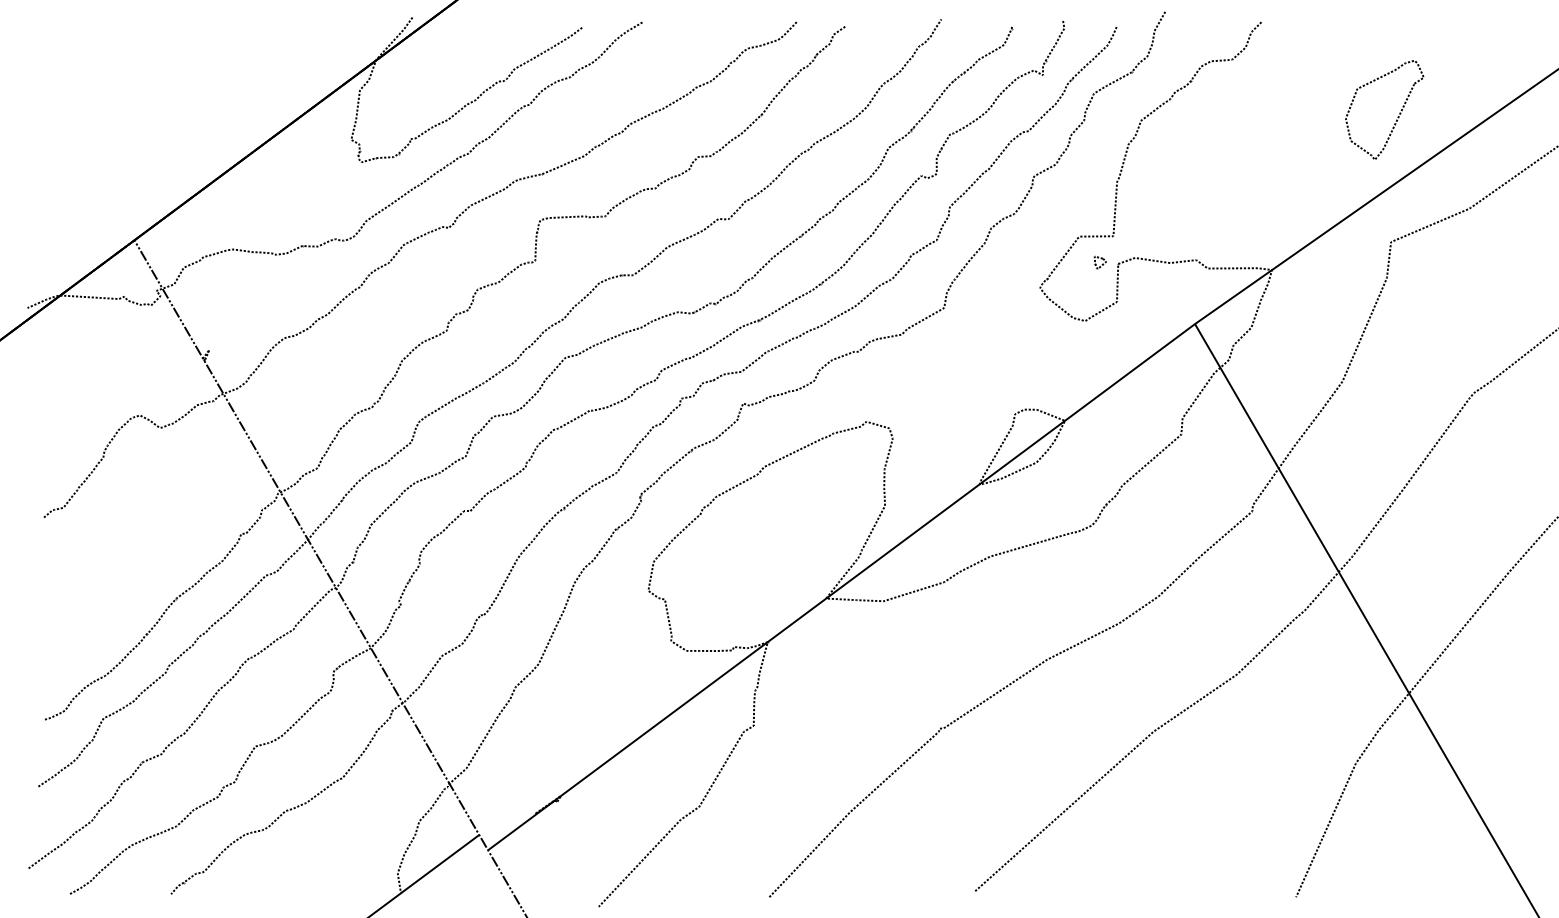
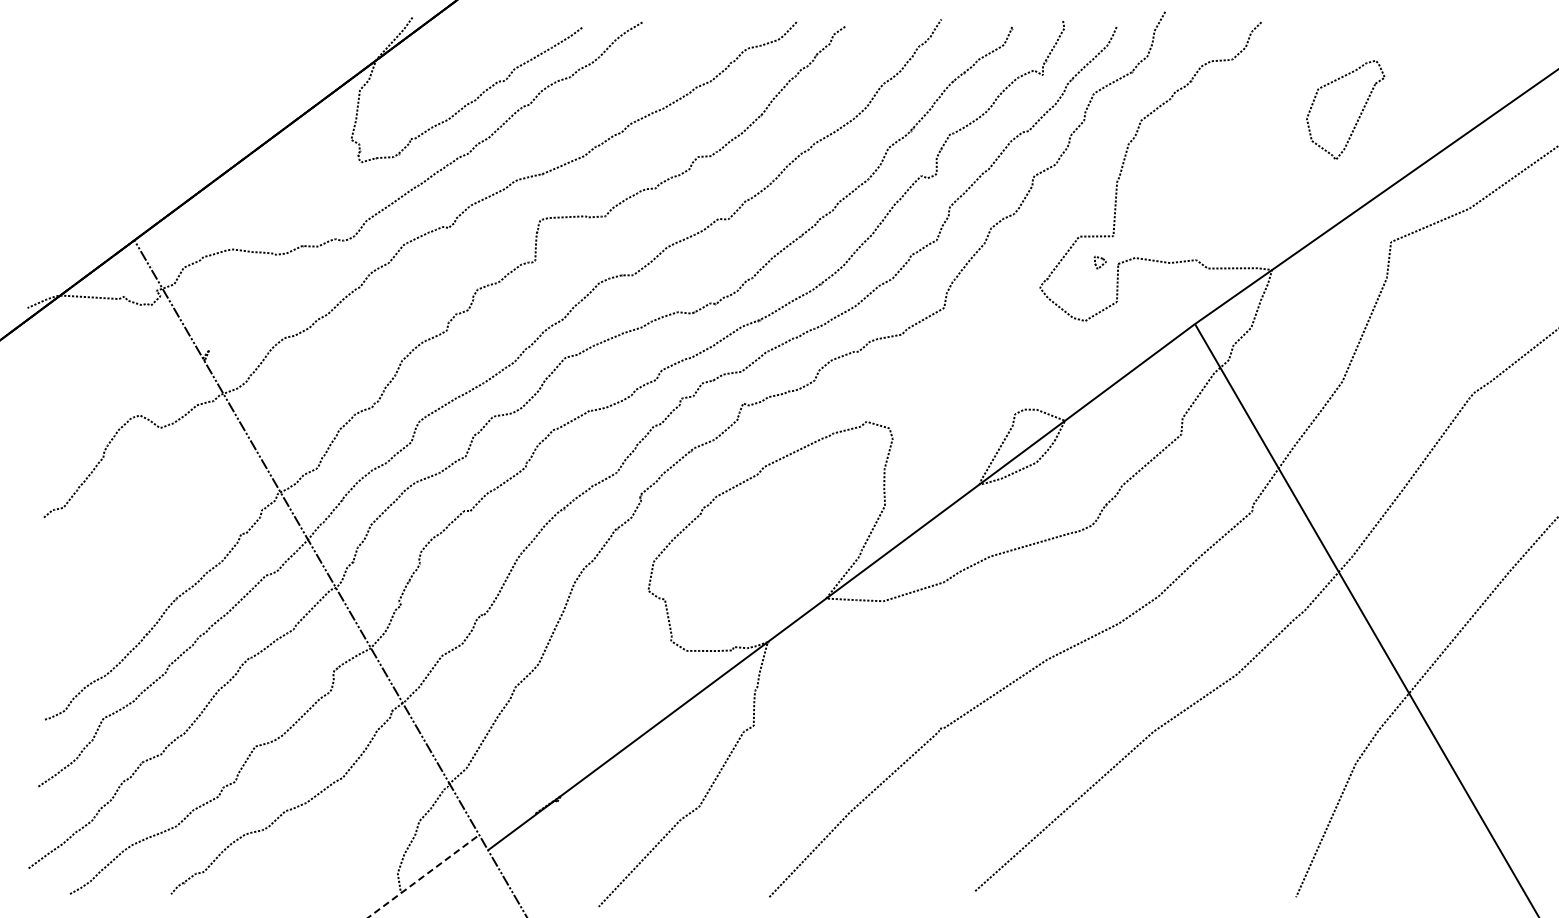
part at (1397, 116) position: (1397, 116) -> (1358, 116)
line at (423, 876): solid -> dashed
